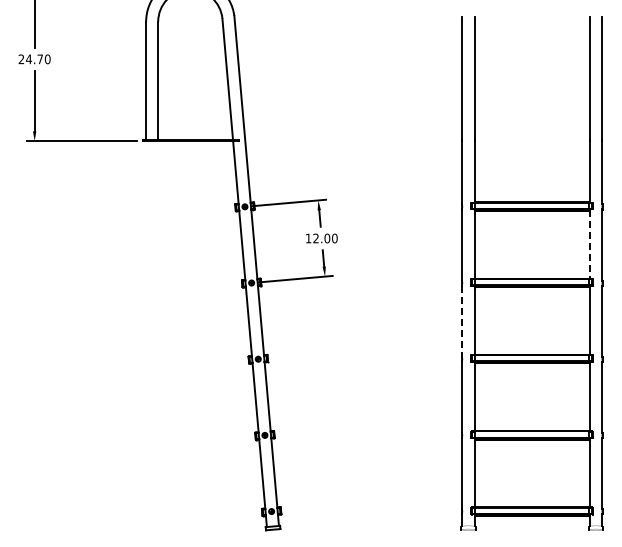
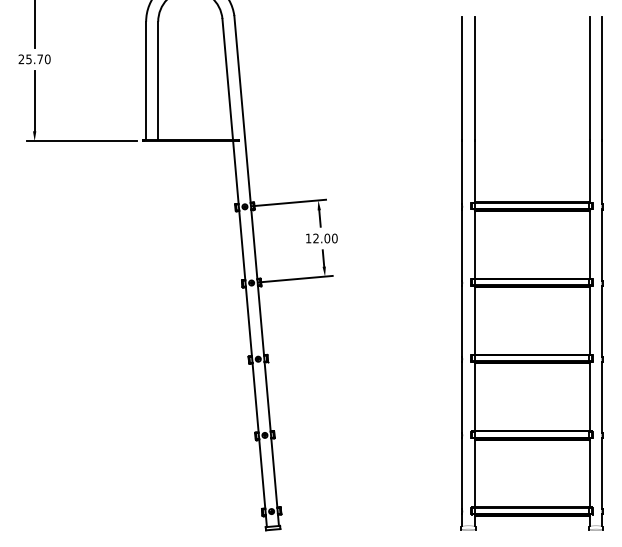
text at (28, 59): 24.70 -> 25.70
line at (589, 245): dashed -> solid
line at (462, 321): dashed -> solid
